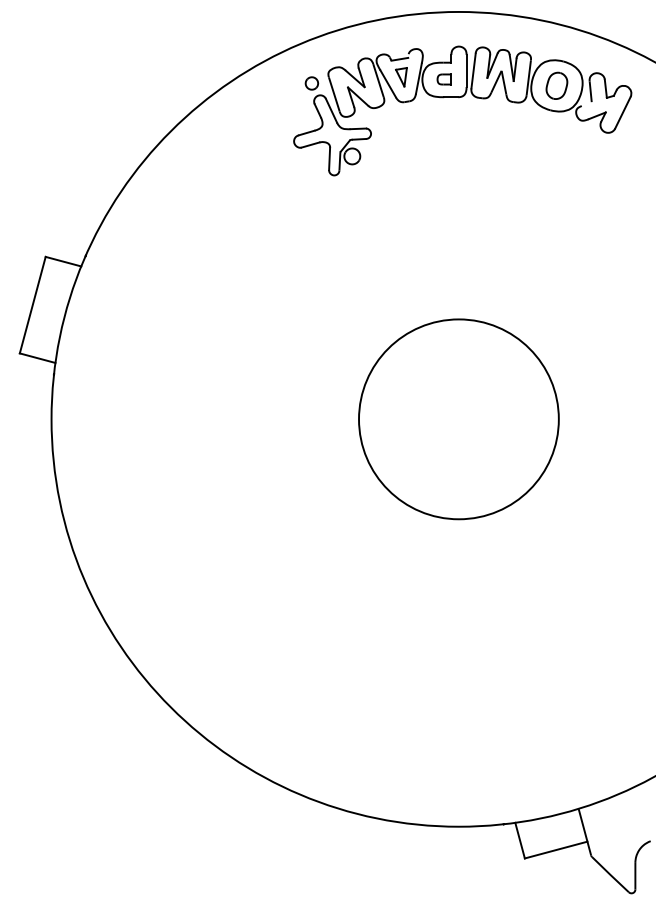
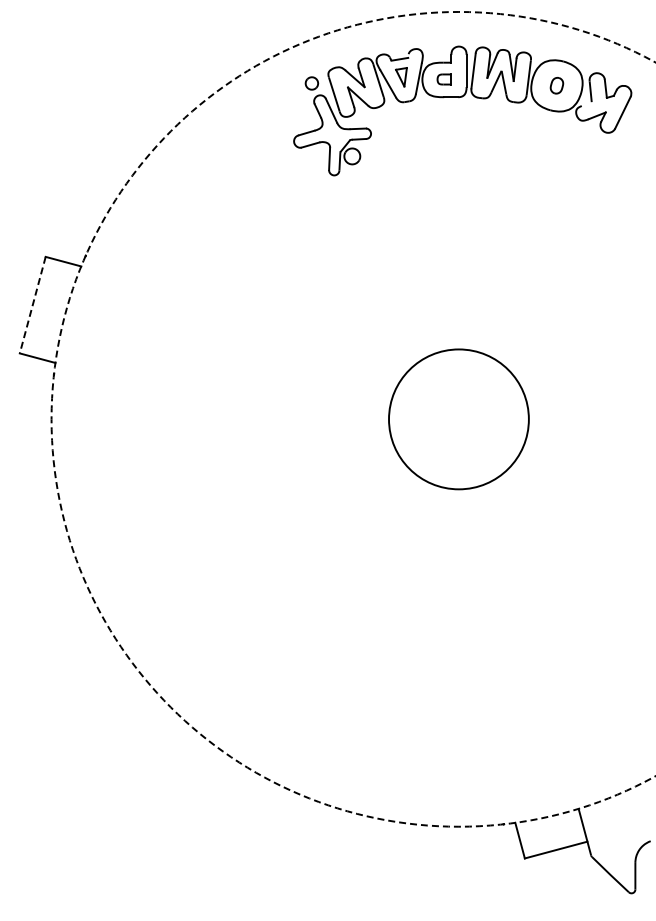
part at (556, 85) size: 24x29 px -> 16x18 px
line at (32, 305): solid -> dashed
circle at (353, 418): solid -> dashed
circle at (458, 419) size: 202x203 px -> 142x143 px
